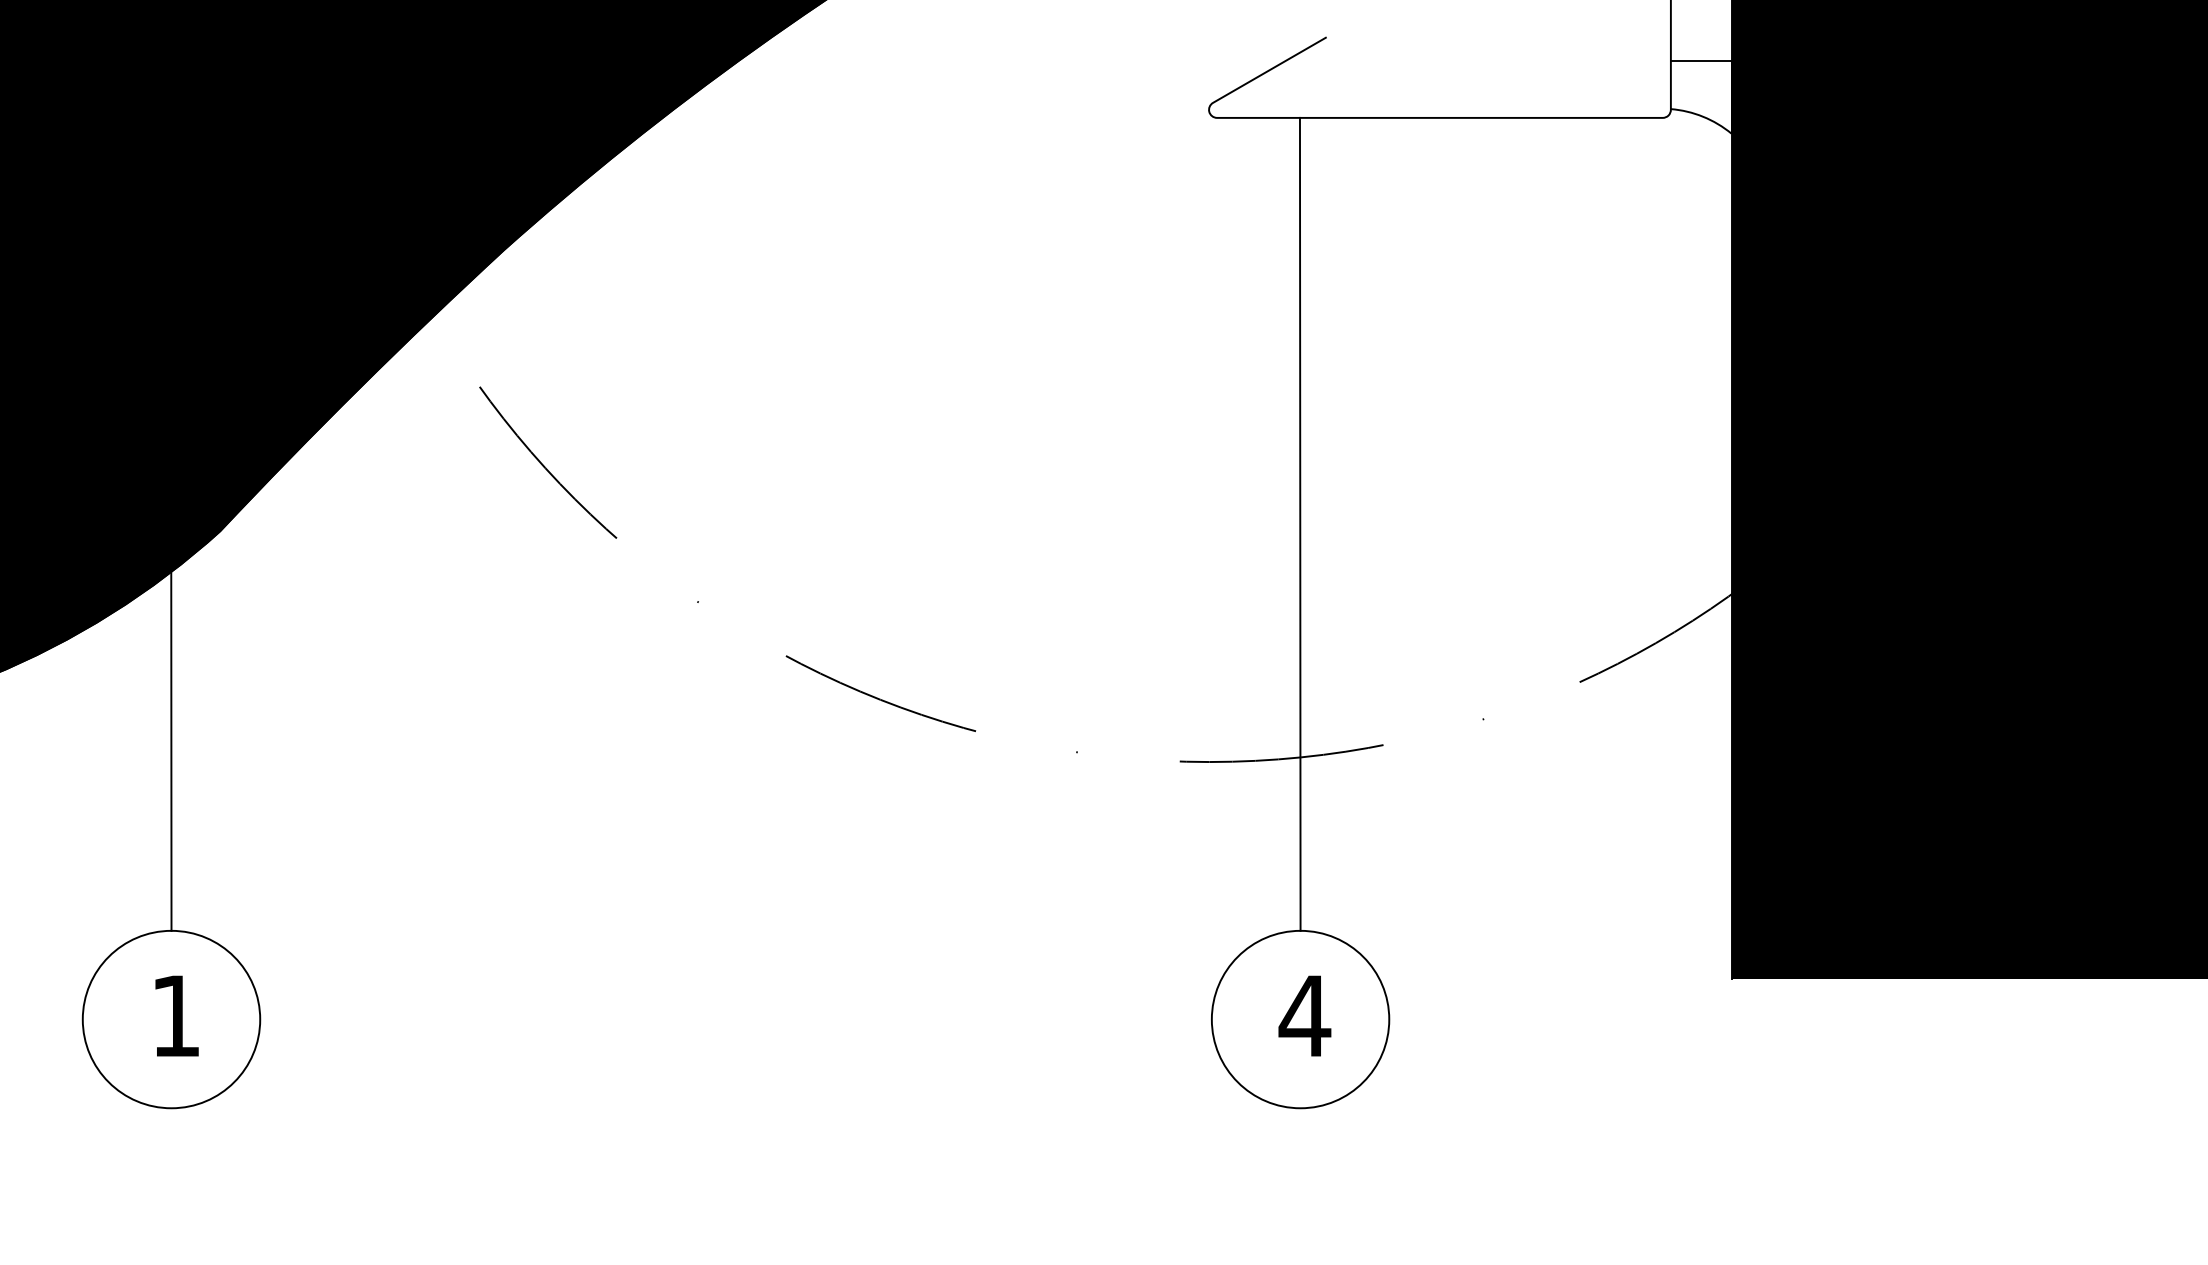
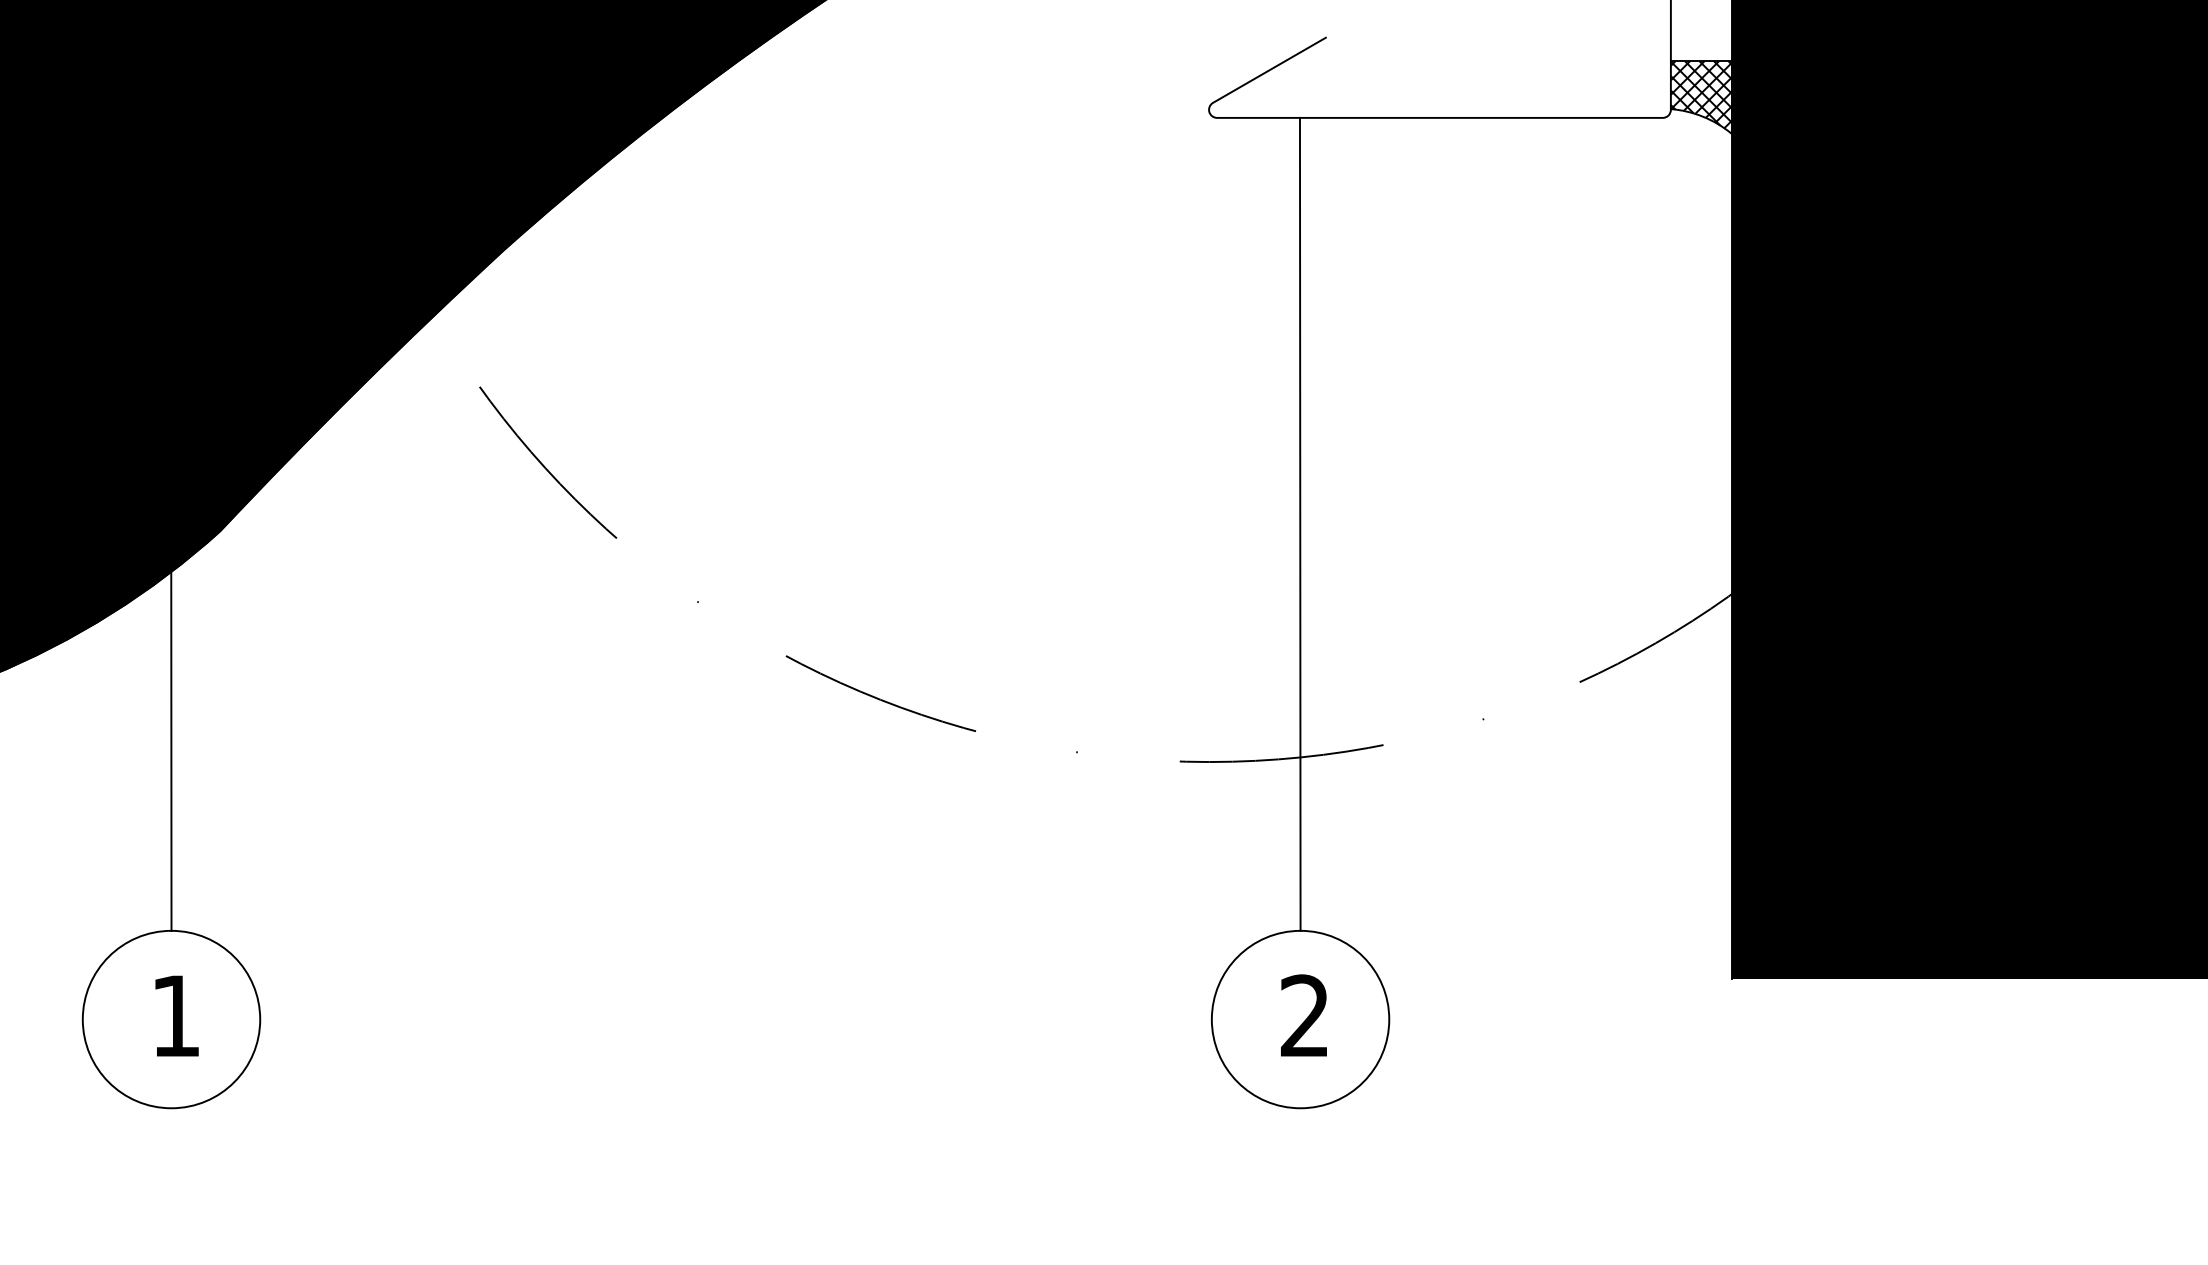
hatch at (1700, 94): none -> present
text at (1304, 1015): 4 -> 2
